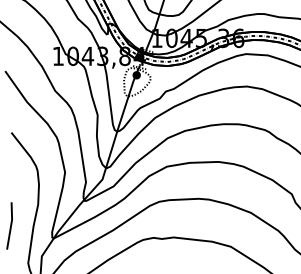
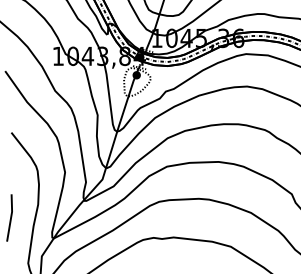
line at (10, 225) position: (10, 225) -> (10, 217)
